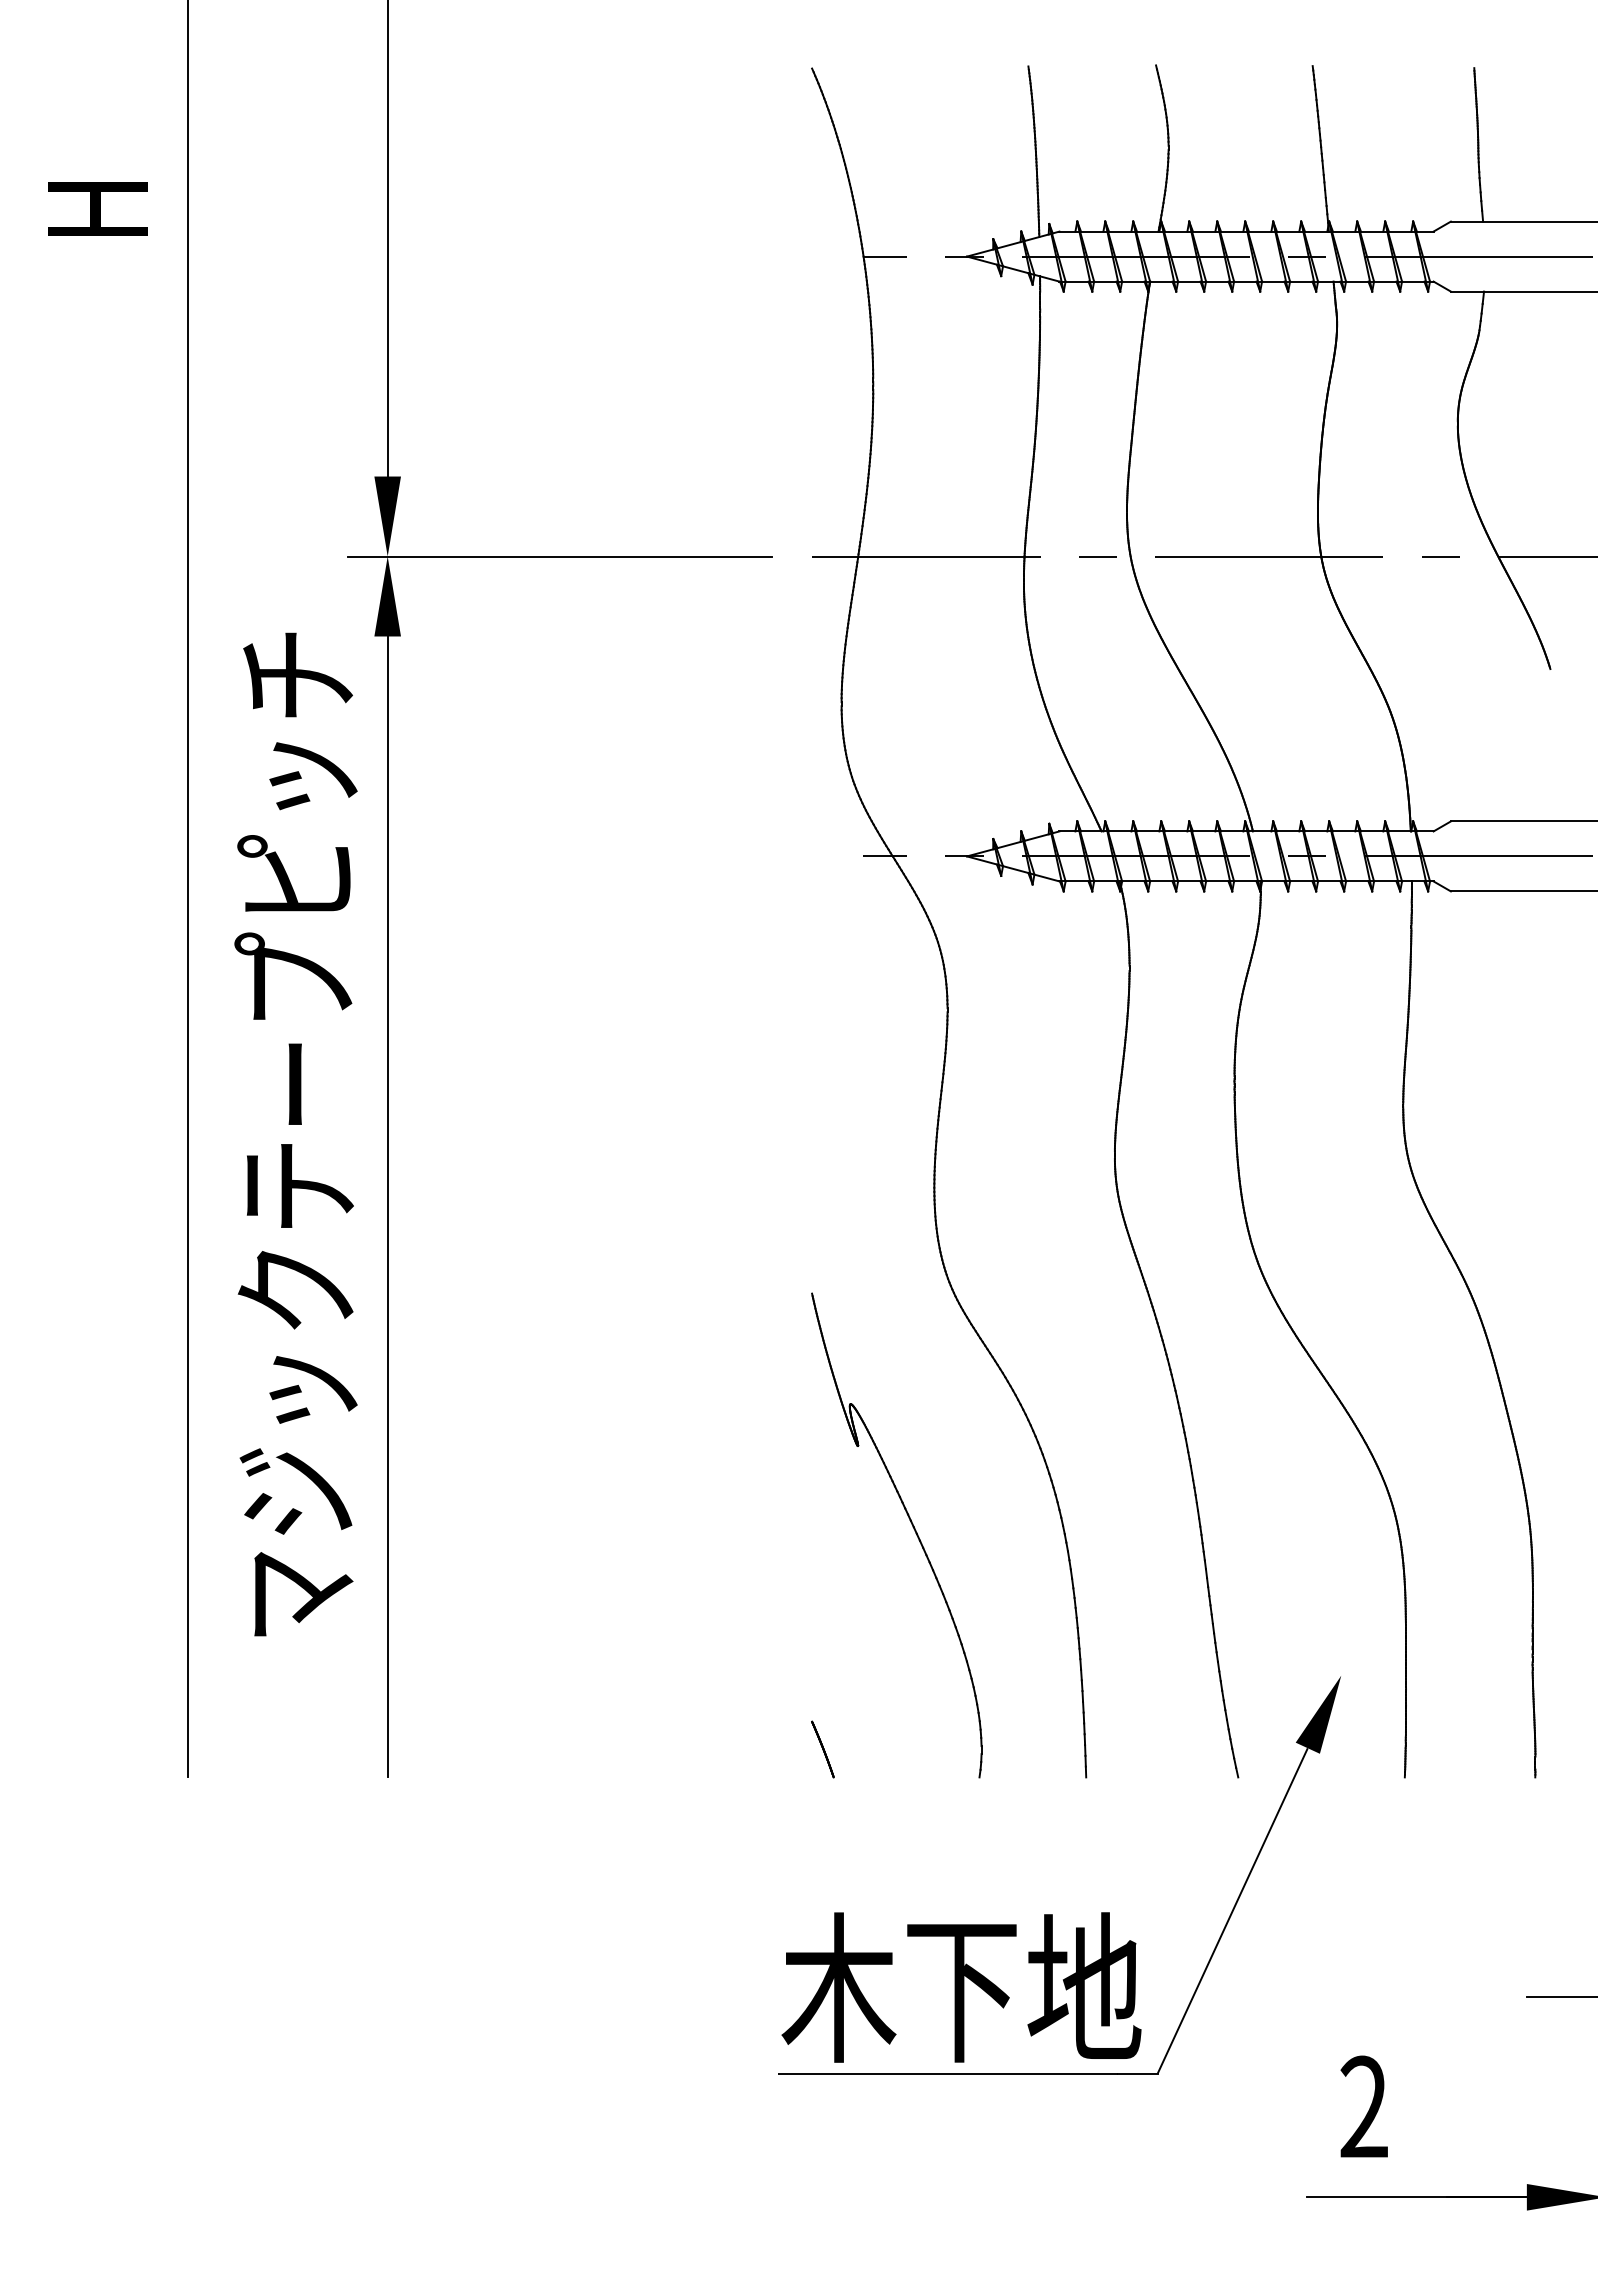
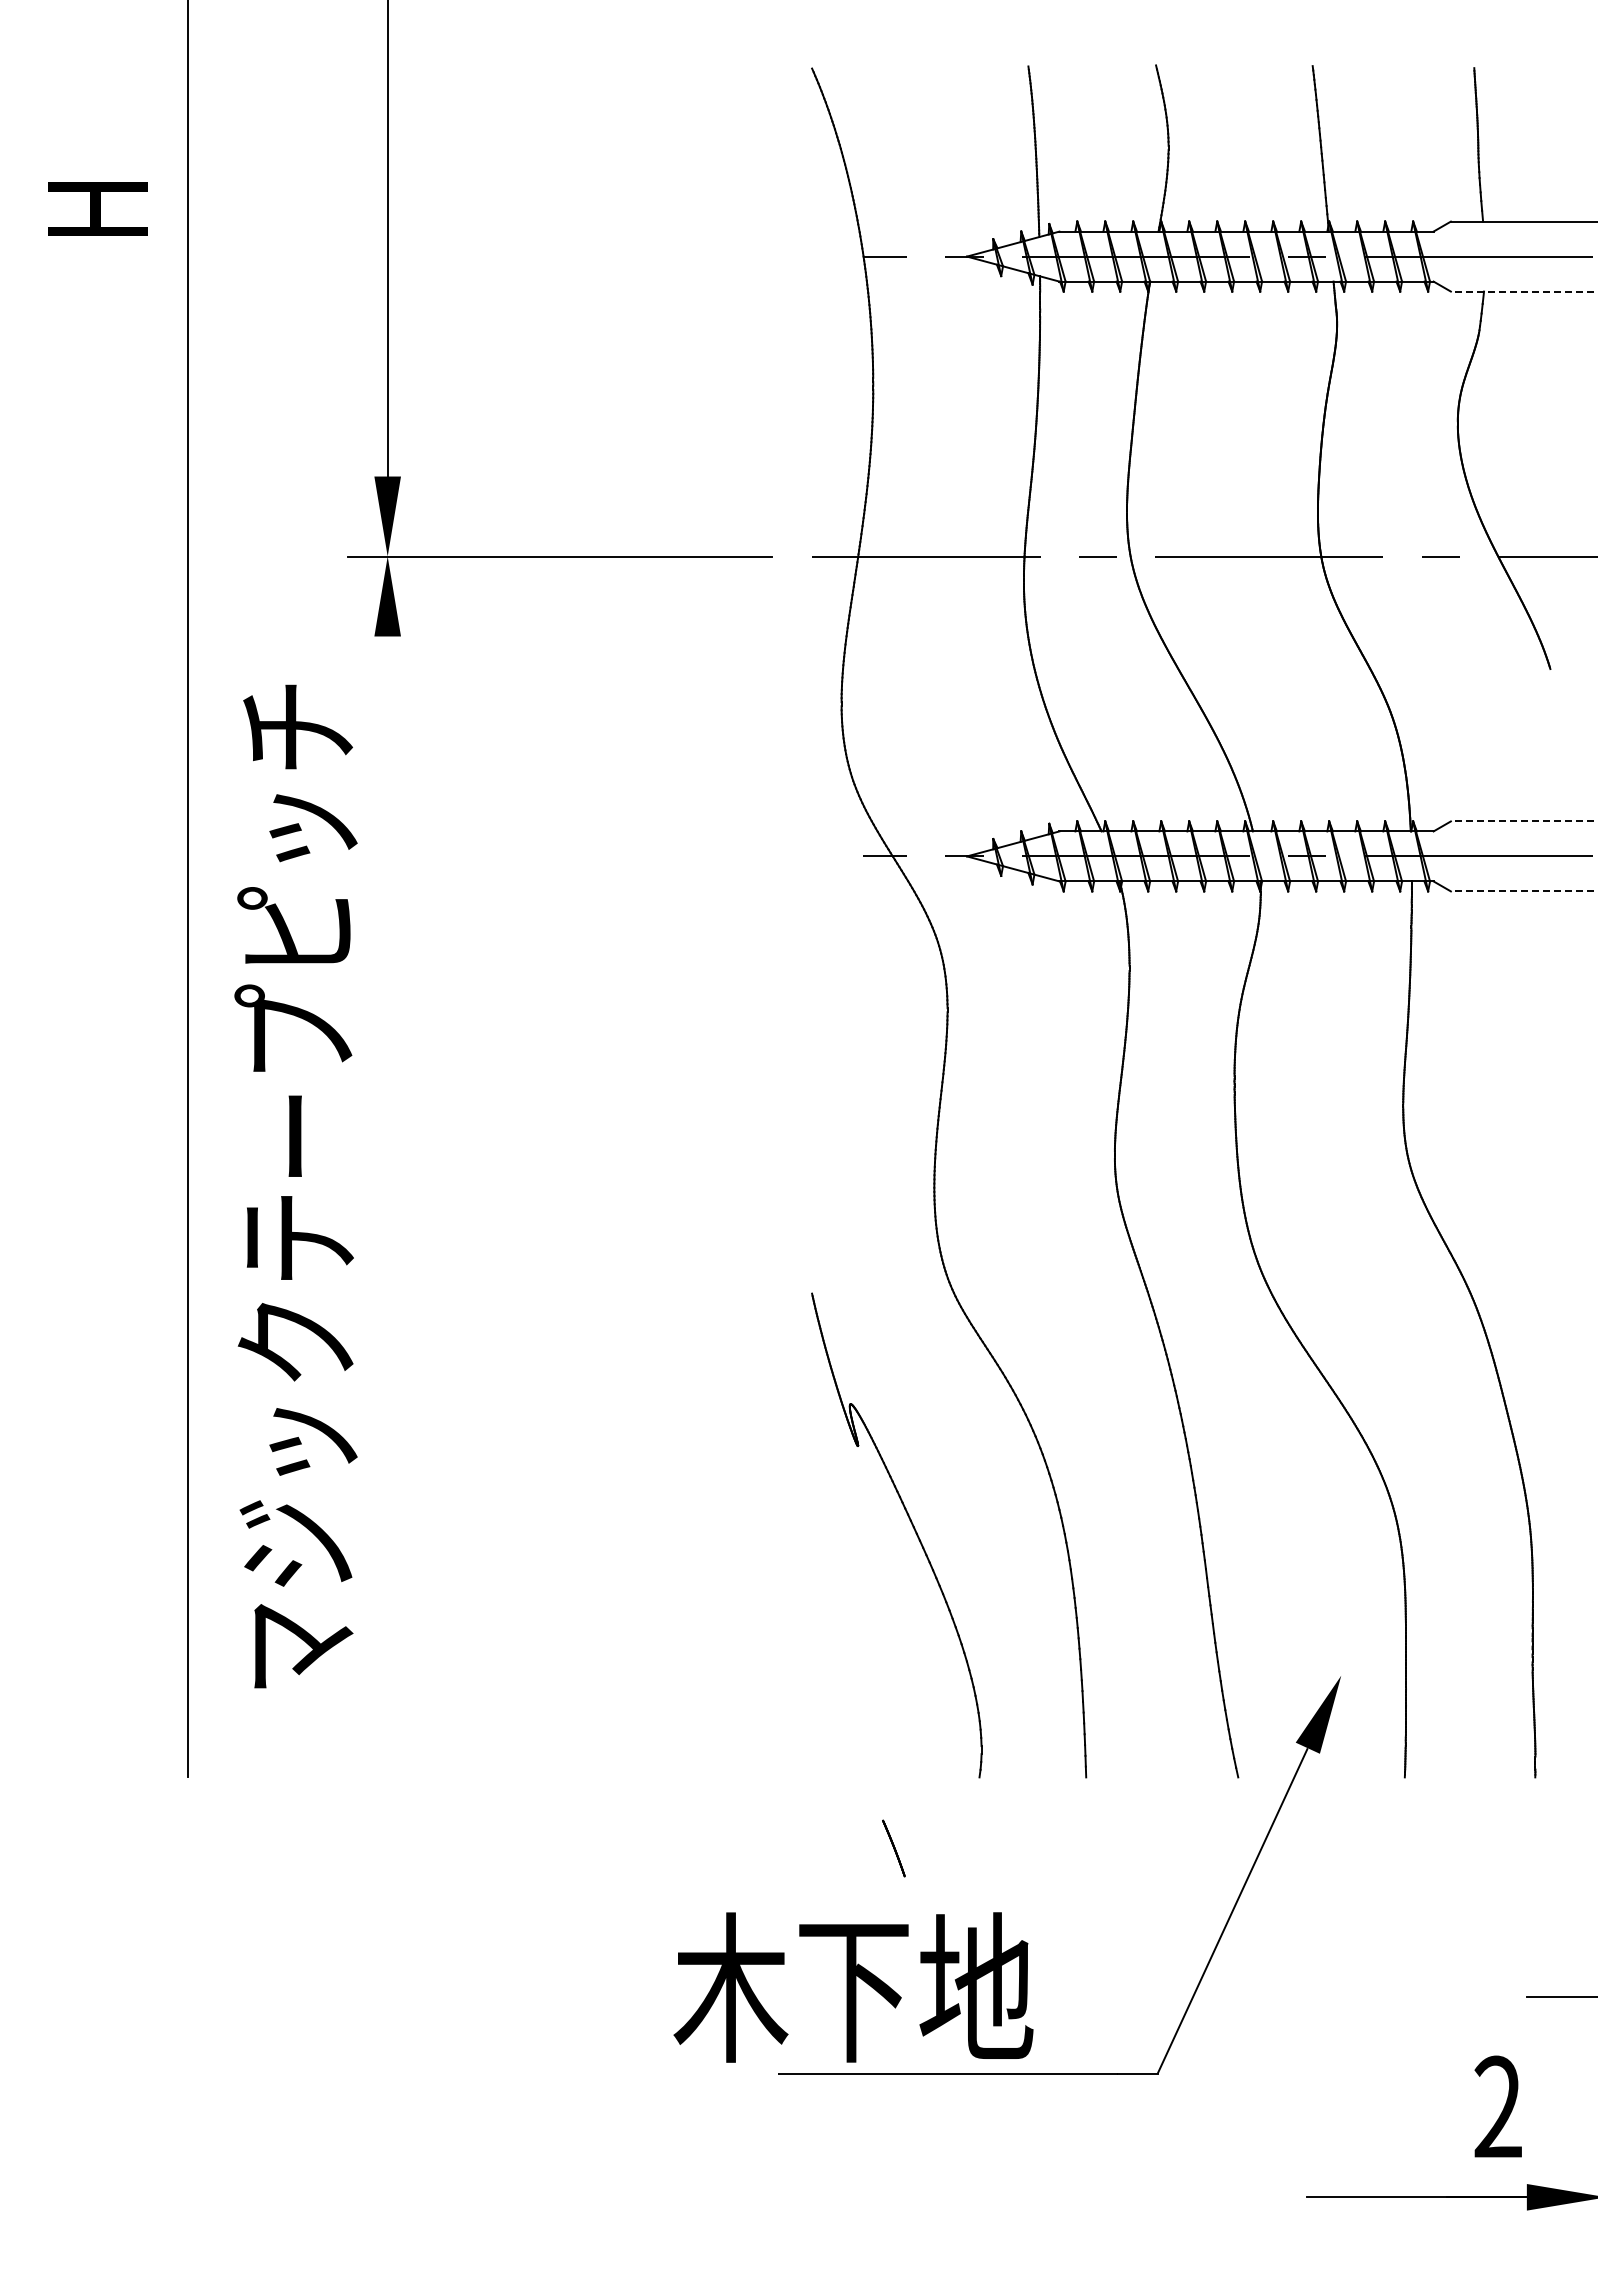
line at (1523, 291): solid -> dashed
line at (1523, 821): solid -> dashed
line at (1523, 891): solid -> dashed
text at (295, 1134) position: (295, 1134) -> (295, 1186)
line at (387, 1206): present -> none
line at (822, 1749) position: (822, 1749) -> (893, 1848)
text at (961, 1987) position: (961, 1987) -> (853, 1987)
text at (1363, 2106) position: (1363, 2106) -> (1497, 2106)
